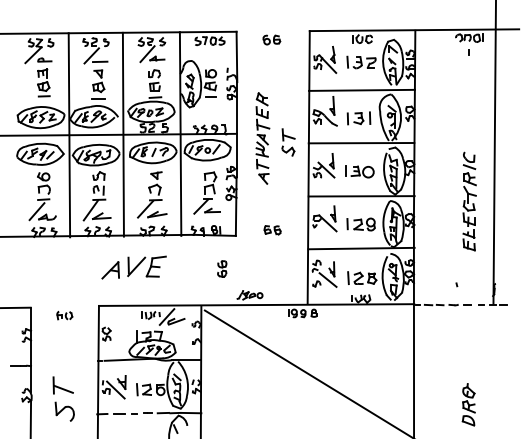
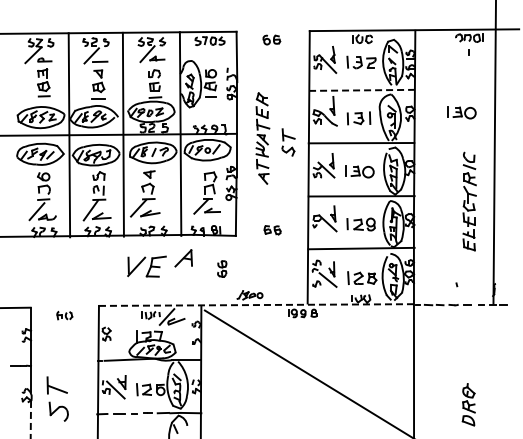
line at (362, 90): solid -> dashed
part at (461, 112): none -> present
part at (152, 194) position: (152, 194) -> (145, 193)
part at (110, 270) position: (110, 270) -> (183, 258)
line at (256, 305): solid -> dashed
part at (66, 391) position: (66, 391) -> (60, 391)
line at (30, 419): solid -> dashed
